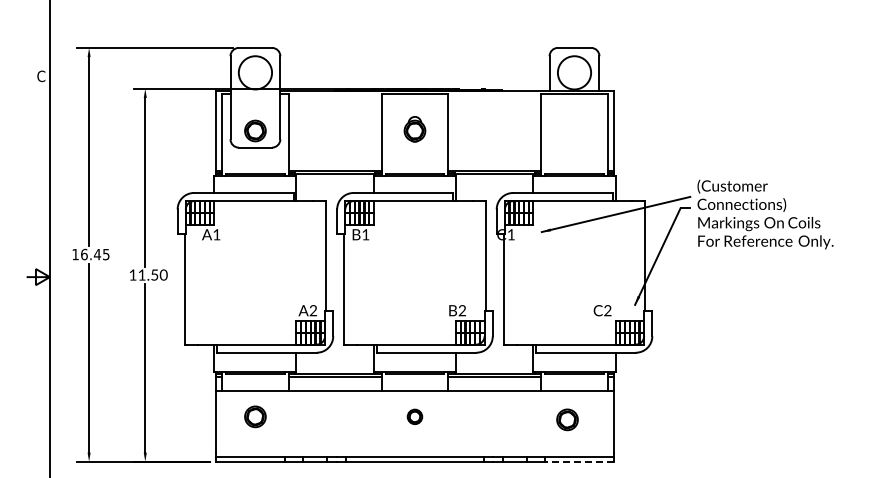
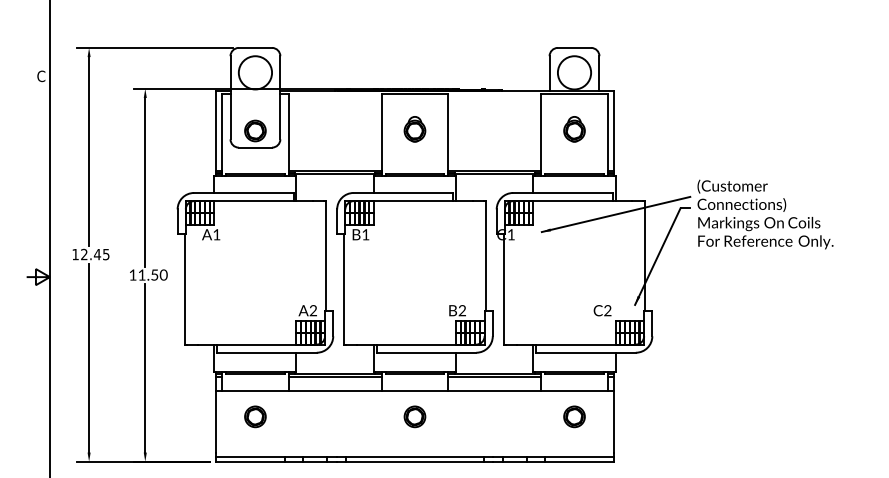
part at (574, 129): none -> present
text at (84, 254): 16.45 -> 12.45
part at (414, 416) size: 18x17 px -> 24x24 px
part at (567, 419) position: (567, 419) -> (574, 416)
line at (579, 461): dashed -> solid
